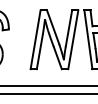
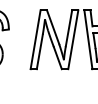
line at (48, 85): present -> none
line at (48, 94): present -> none
